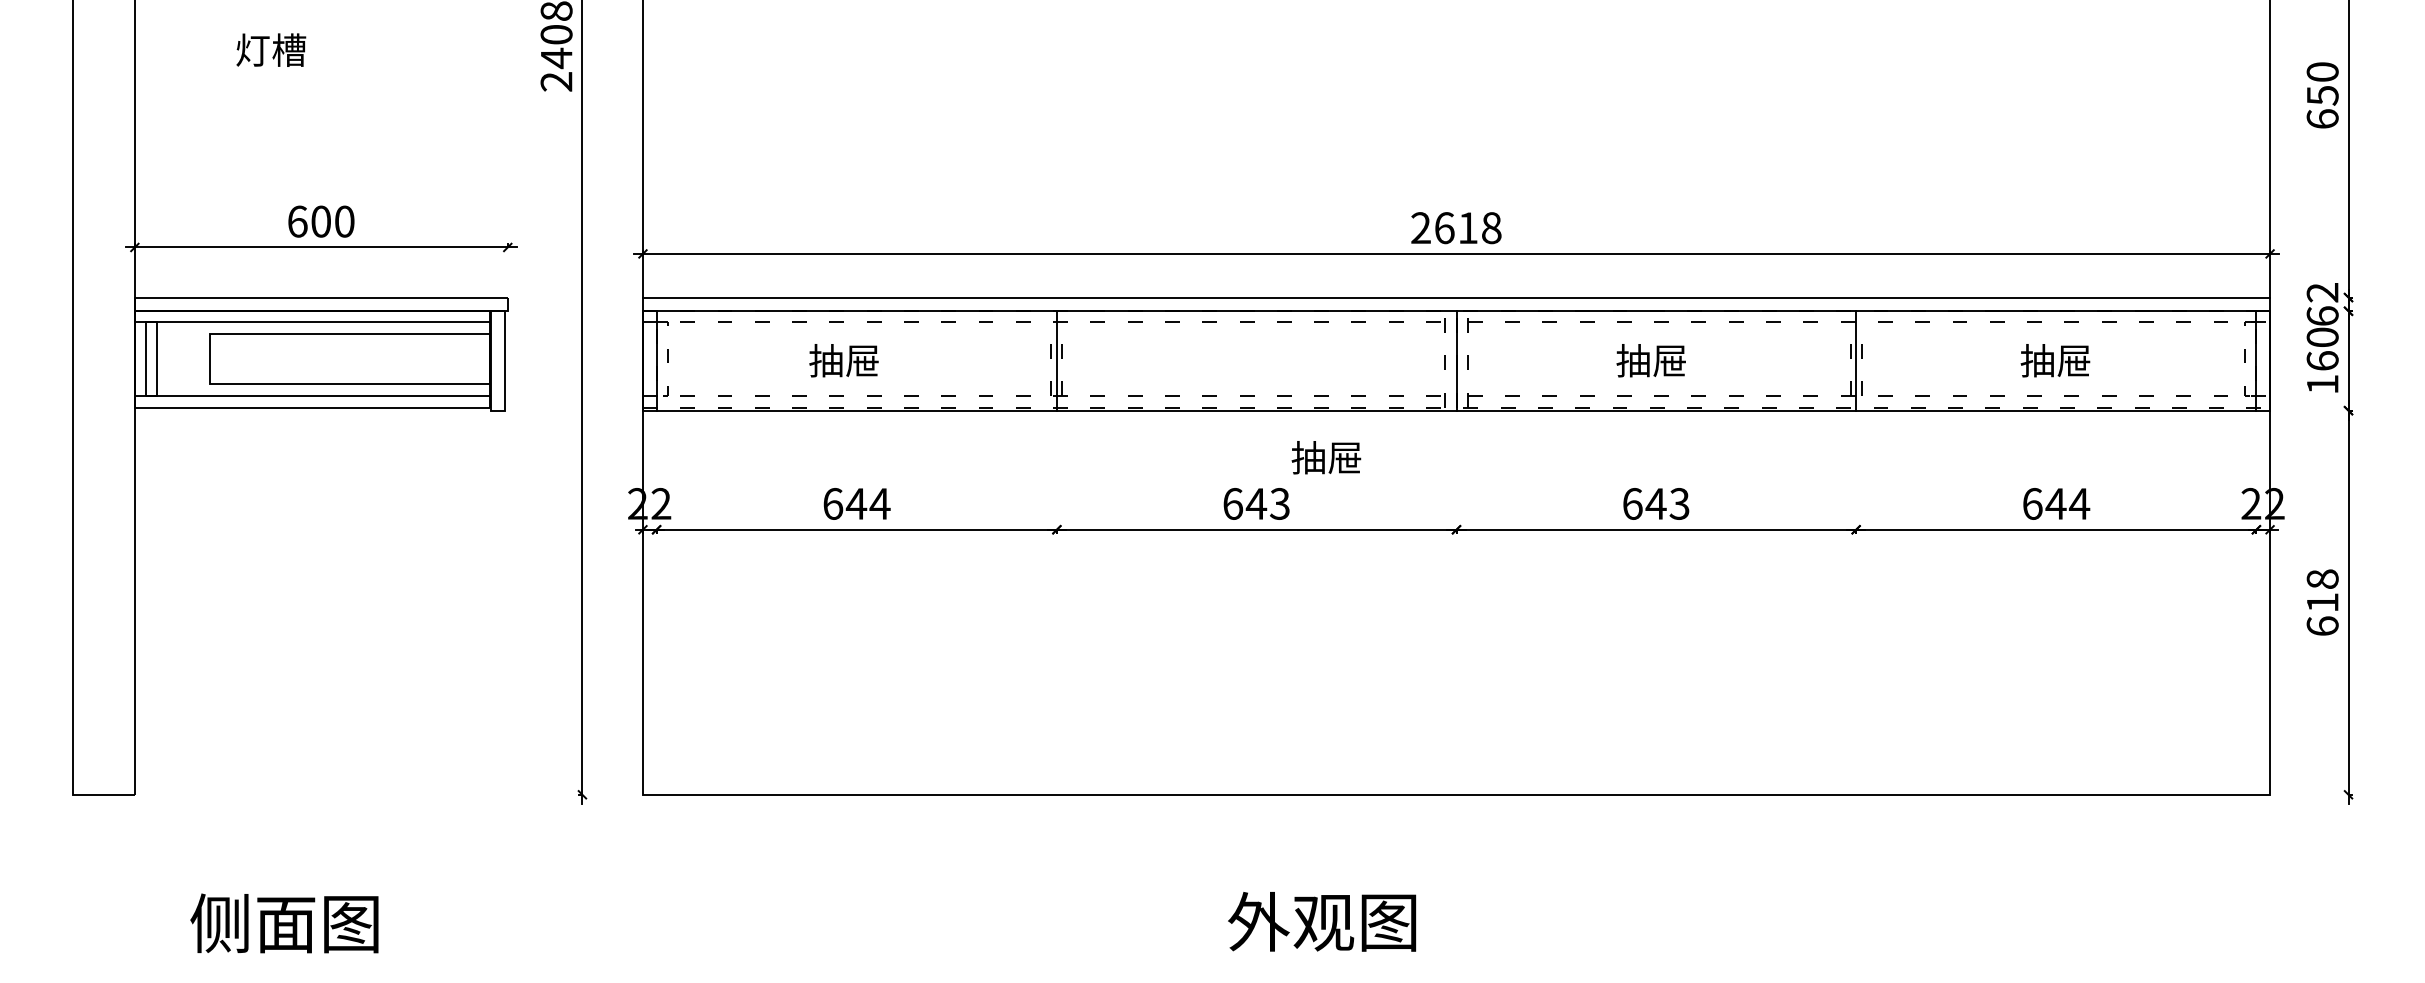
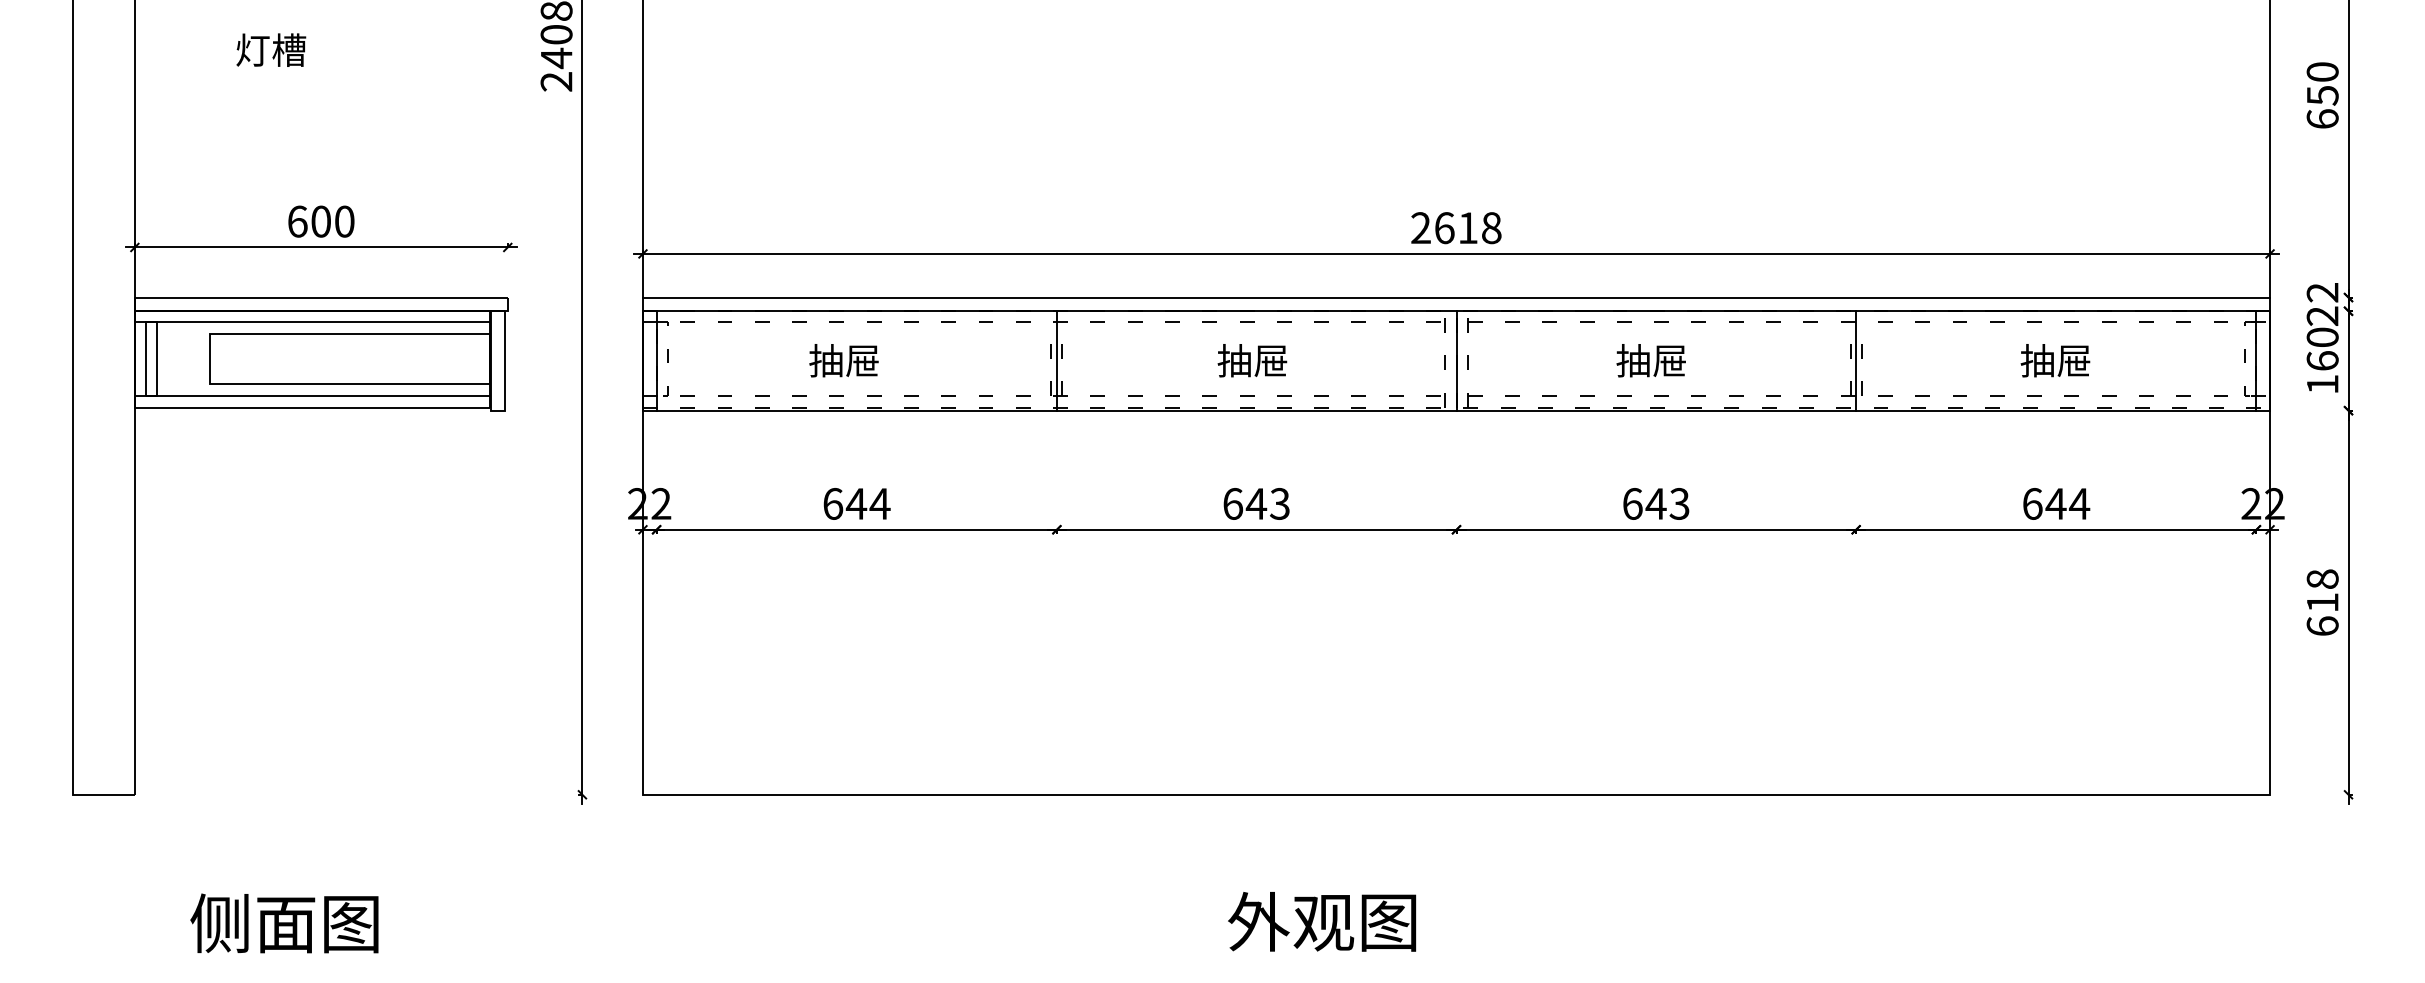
text at (2322, 315): 62 -> 22
text at (1326, 457) position: (1326, 457) -> (1252, 360)
